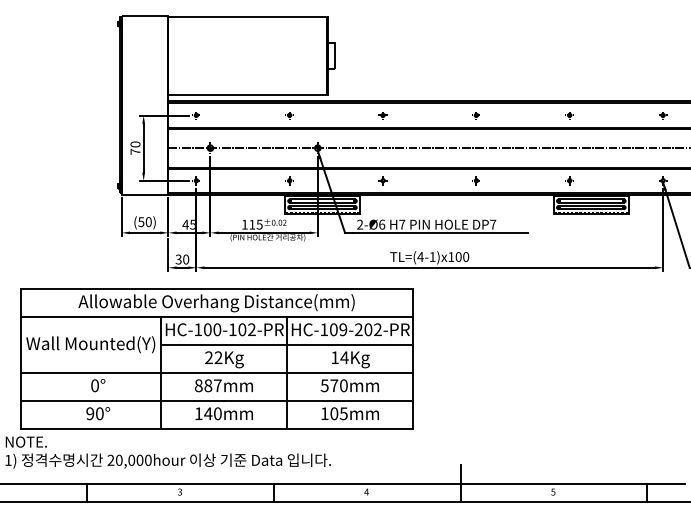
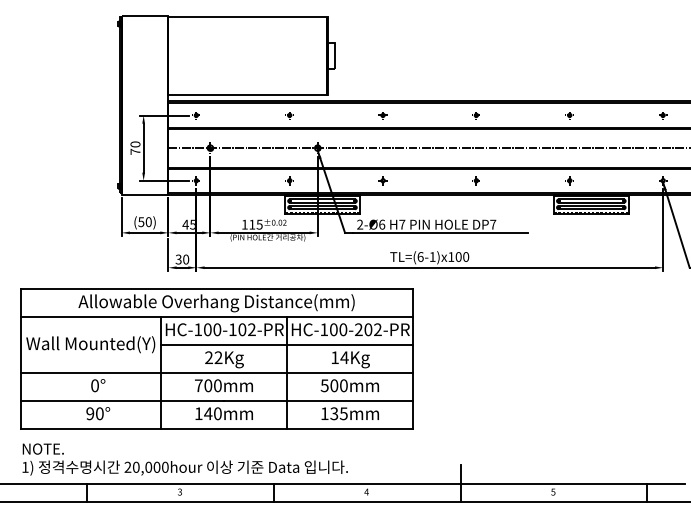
text at (420, 256): TL=(4-1)x100 -> TL=(6-1)x100
text at (343, 329): HC-109-202-PR -> HC-100-202-PR
text at (208, 385): 887mm -> 700mm
text at (334, 385): 570mm -> 500mm
text at (334, 413): 105mm -> 135mm
text at (167, 452) position: (167, 452) -> (184, 459)
